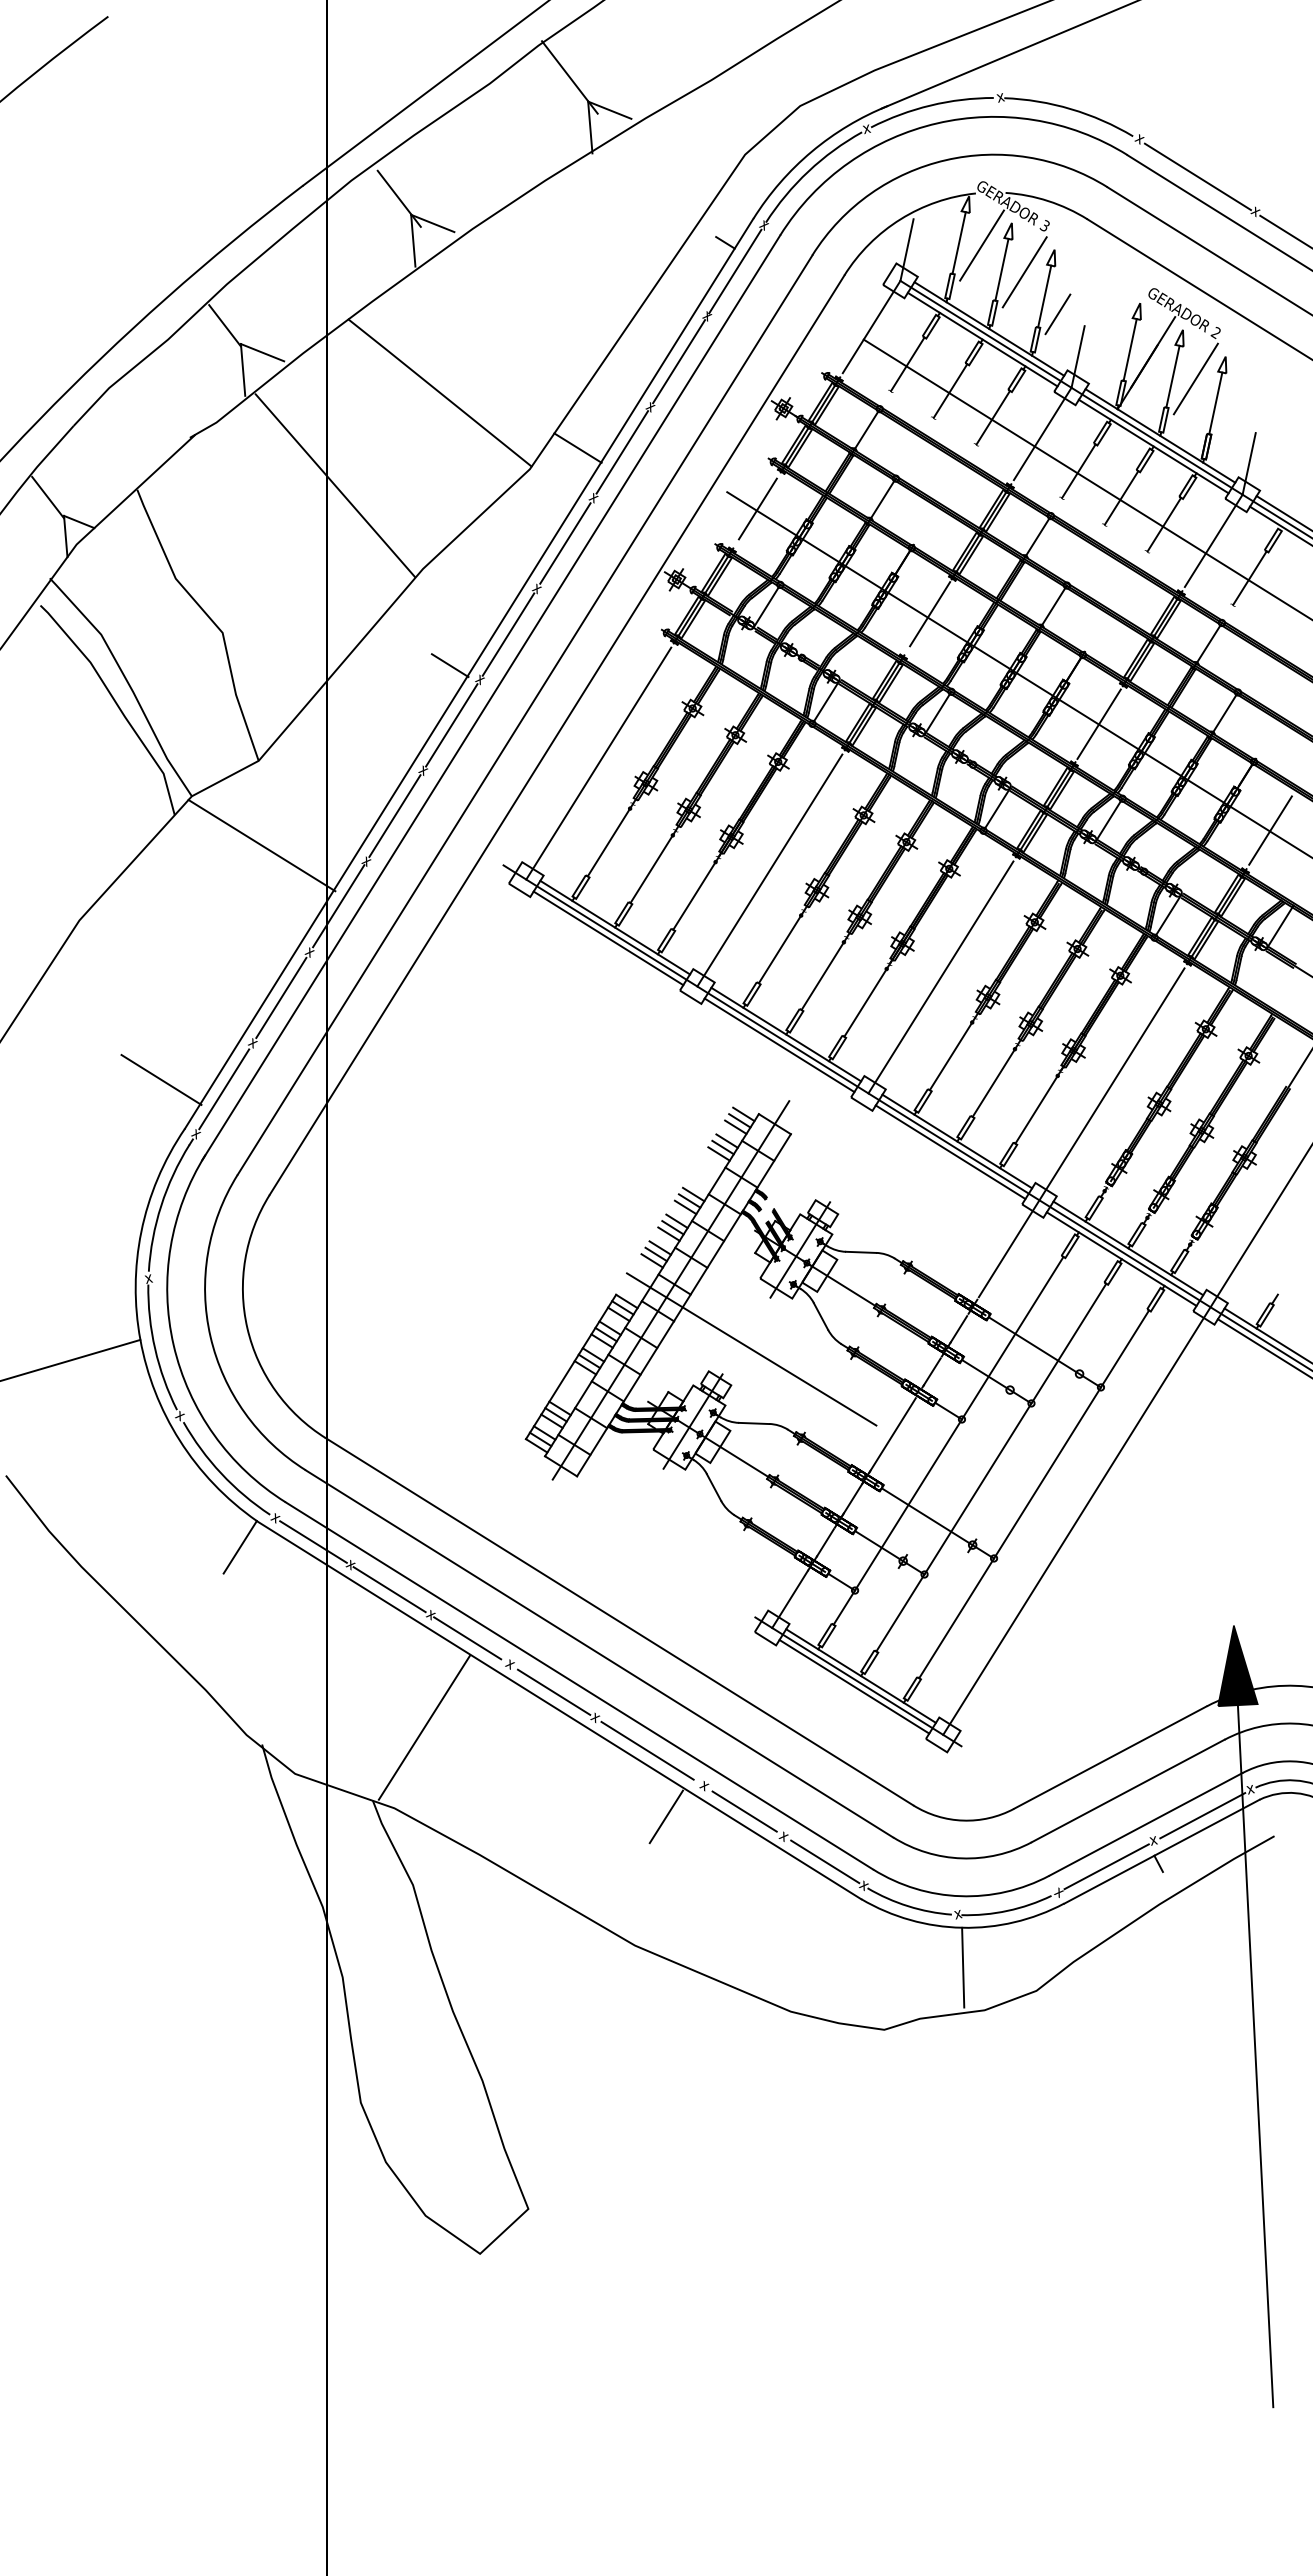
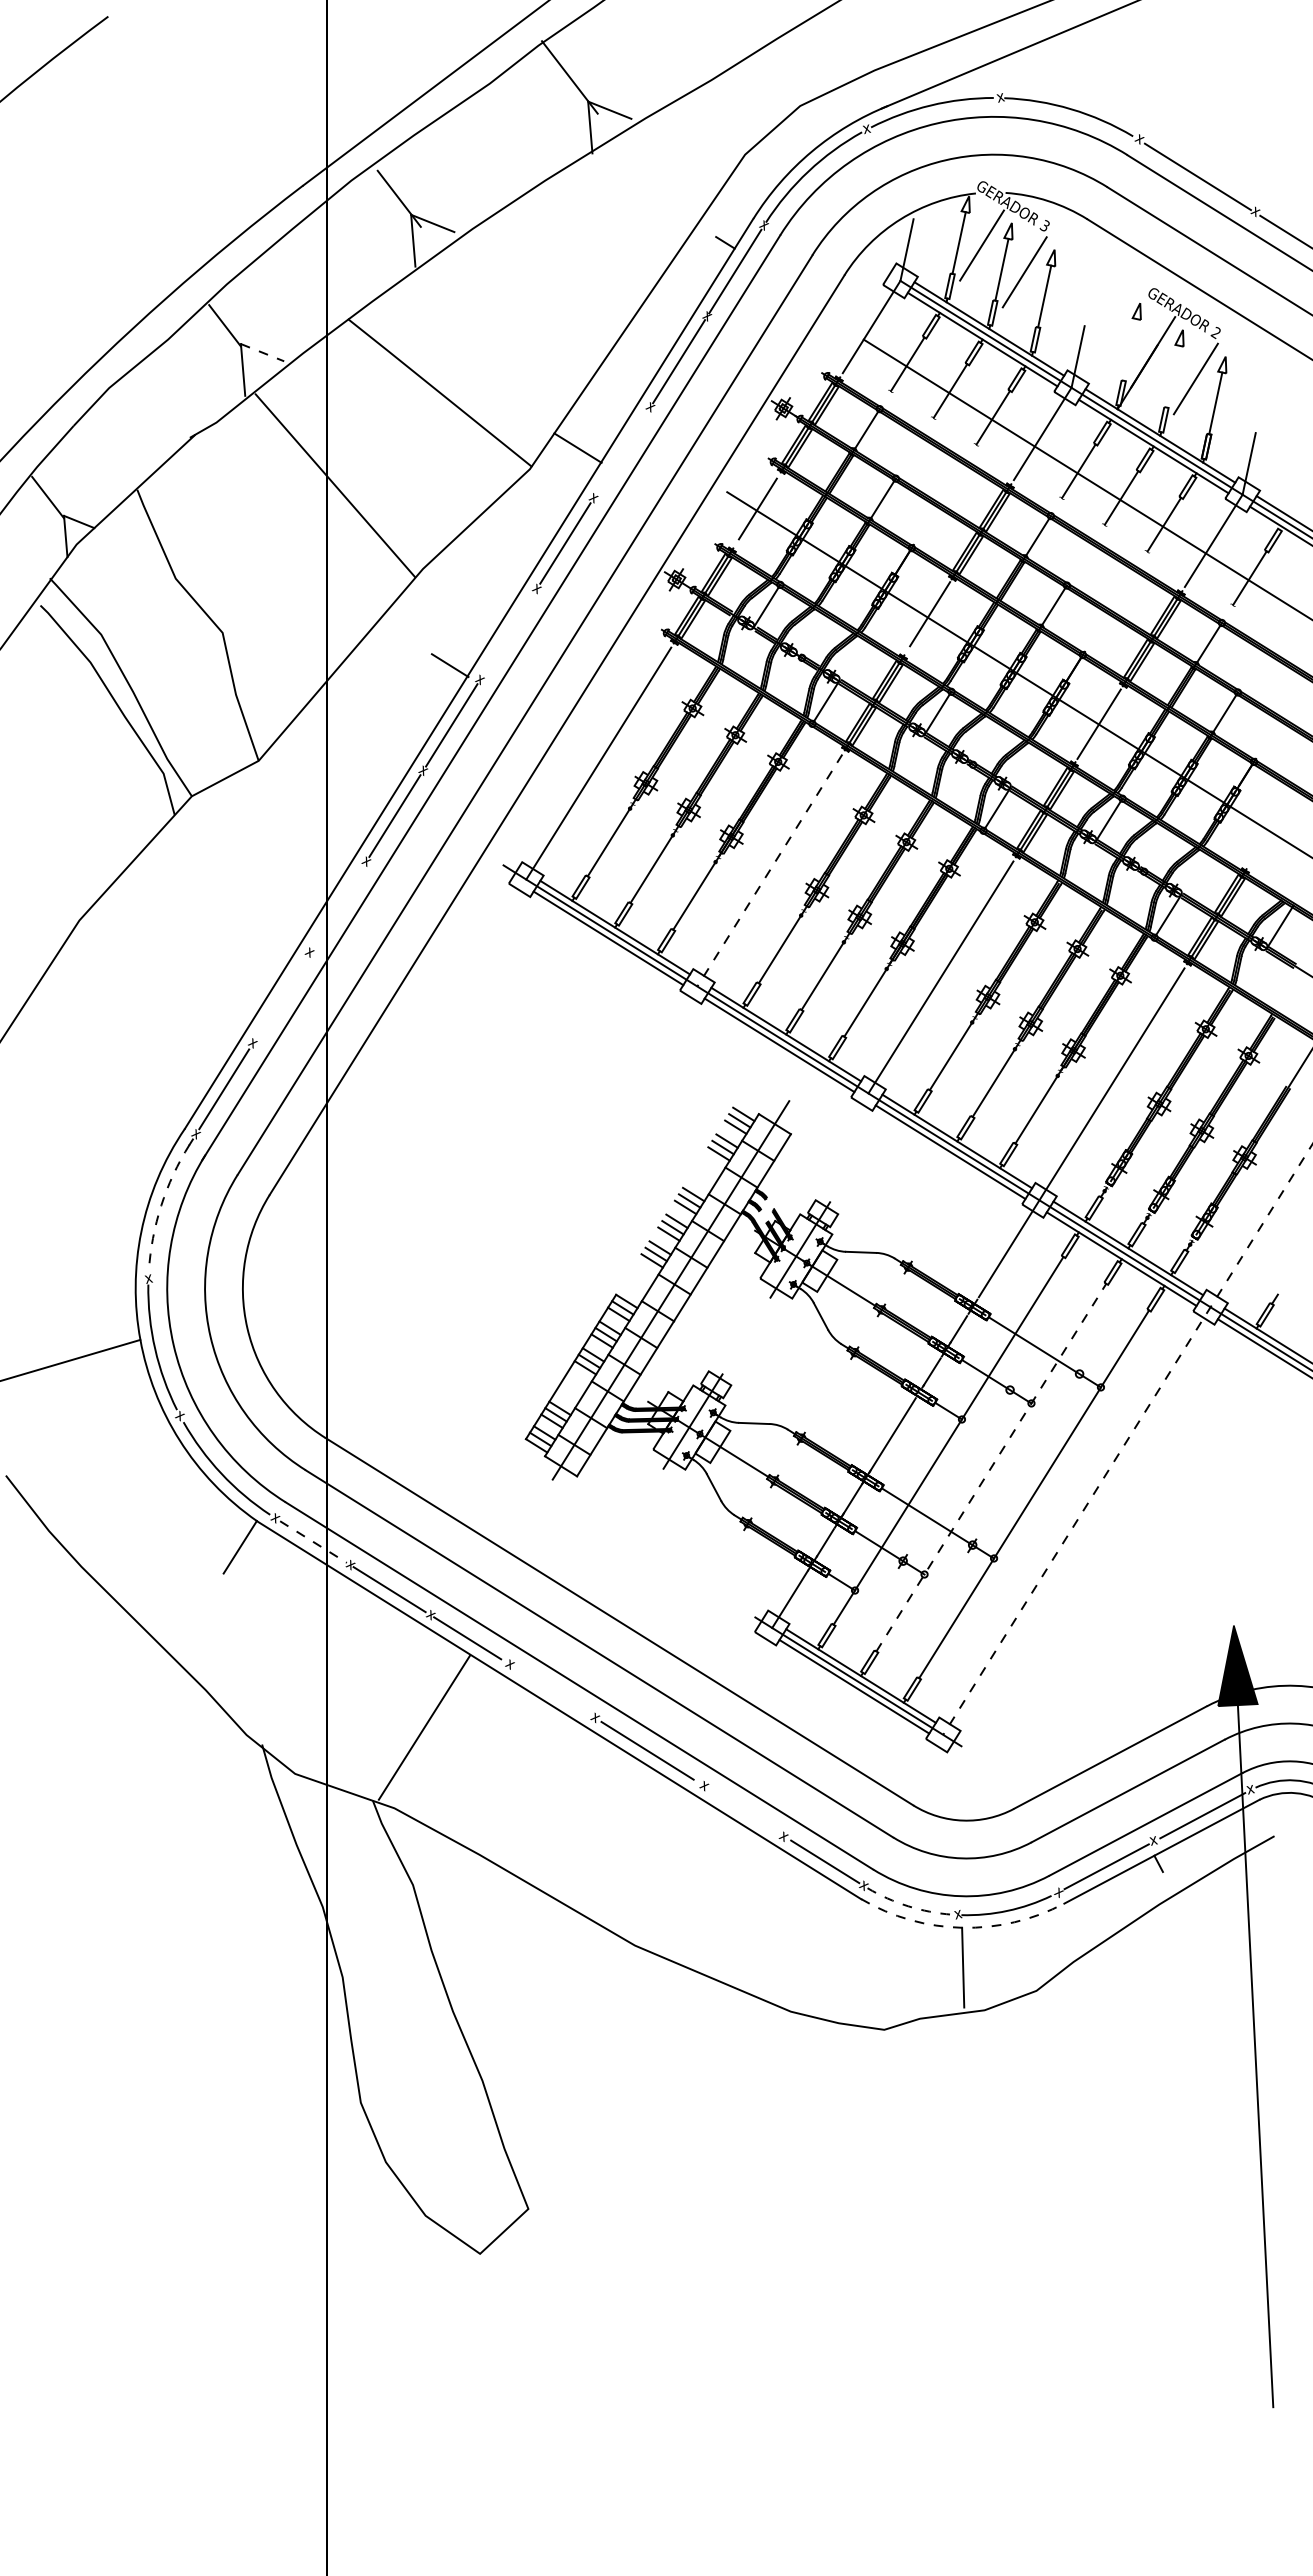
line at (1057, 314): present -> none
line at (1129, 349): present -> none
line at (263, 352): solid -> dashed
line at (1172, 376): present -> none
line at (622, 452): present -> none
line at (508, 634): present -> none
line at (1270, 830): present -> none
line at (261, 845): present -> none
line at (769, 870): solid -> dashed
line at (338, 906): present -> none
line at (281, 997): present -> none
line at (161, 1079): present -> none
arc at (161, 1205): solid -> dashed
line at (751, 1349): present -> none
line at (1127, 1439): solid -> dashed
line at (991, 1467): solid -> dashed
line at (313, 1542): solid -> dashed
line at (553, 1691): present -> none
line at (744, 1811): present -> none
line at (665, 1816): present -> none
arc at (908, 1906): solid -> dashed
arc at (962, 1927): solid -> dashed
